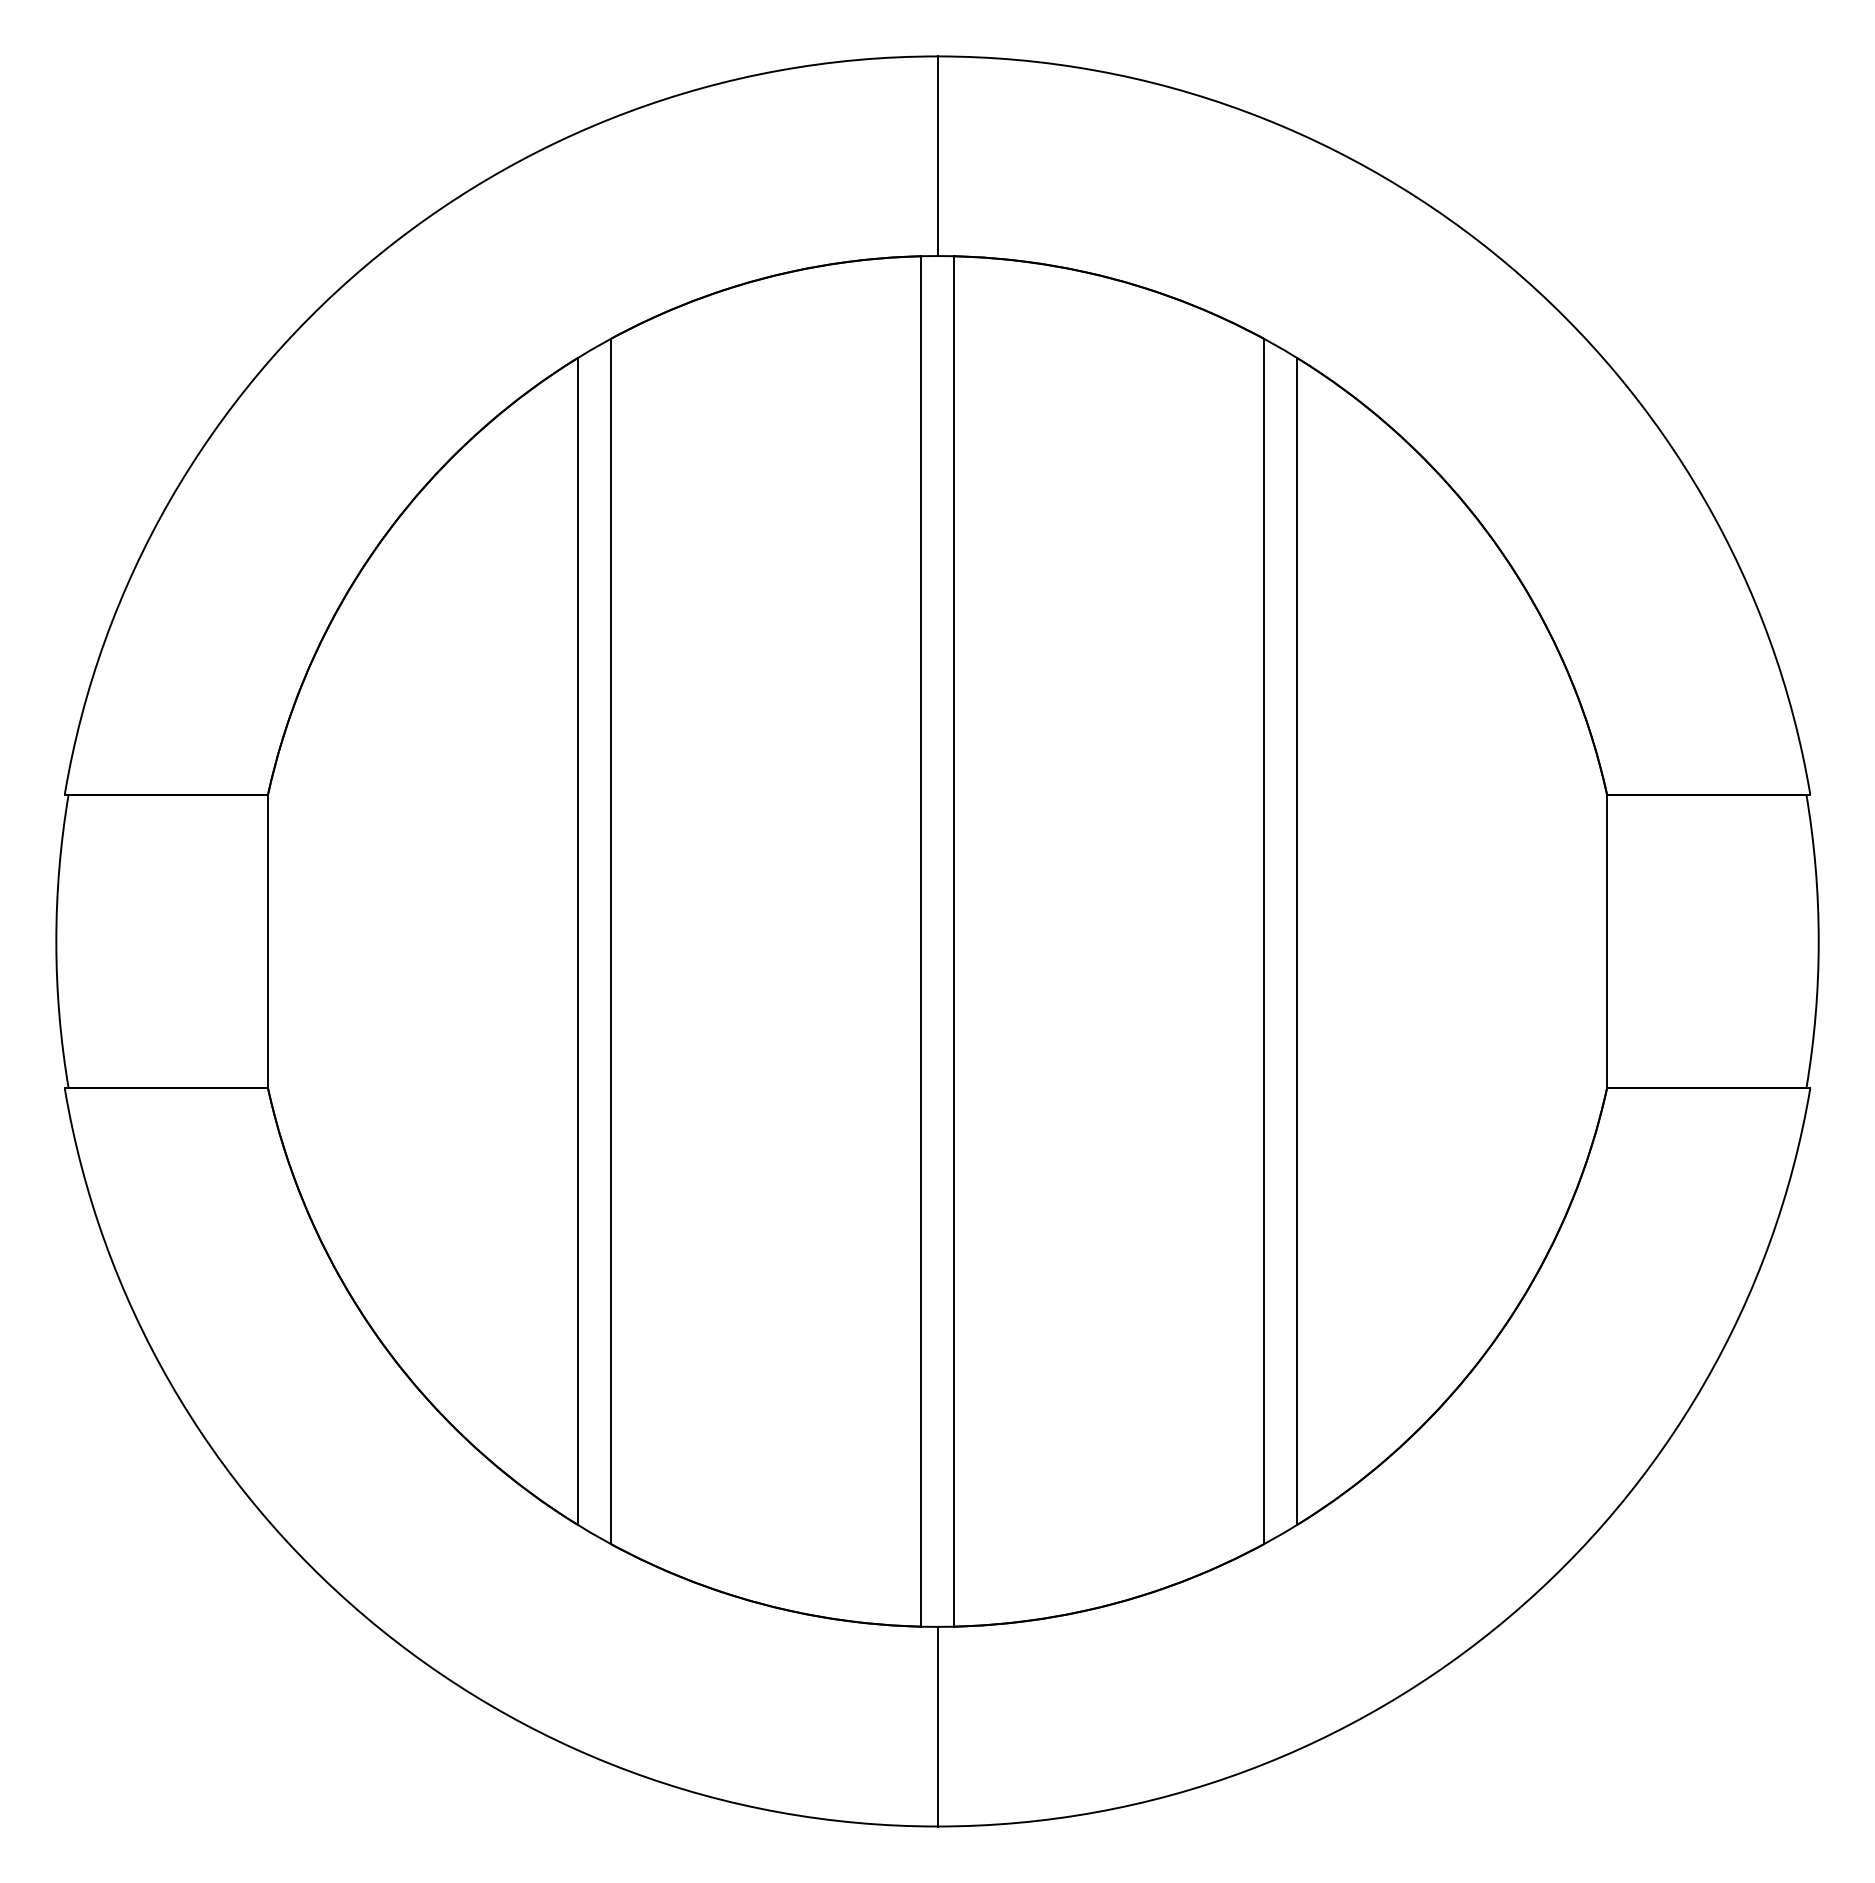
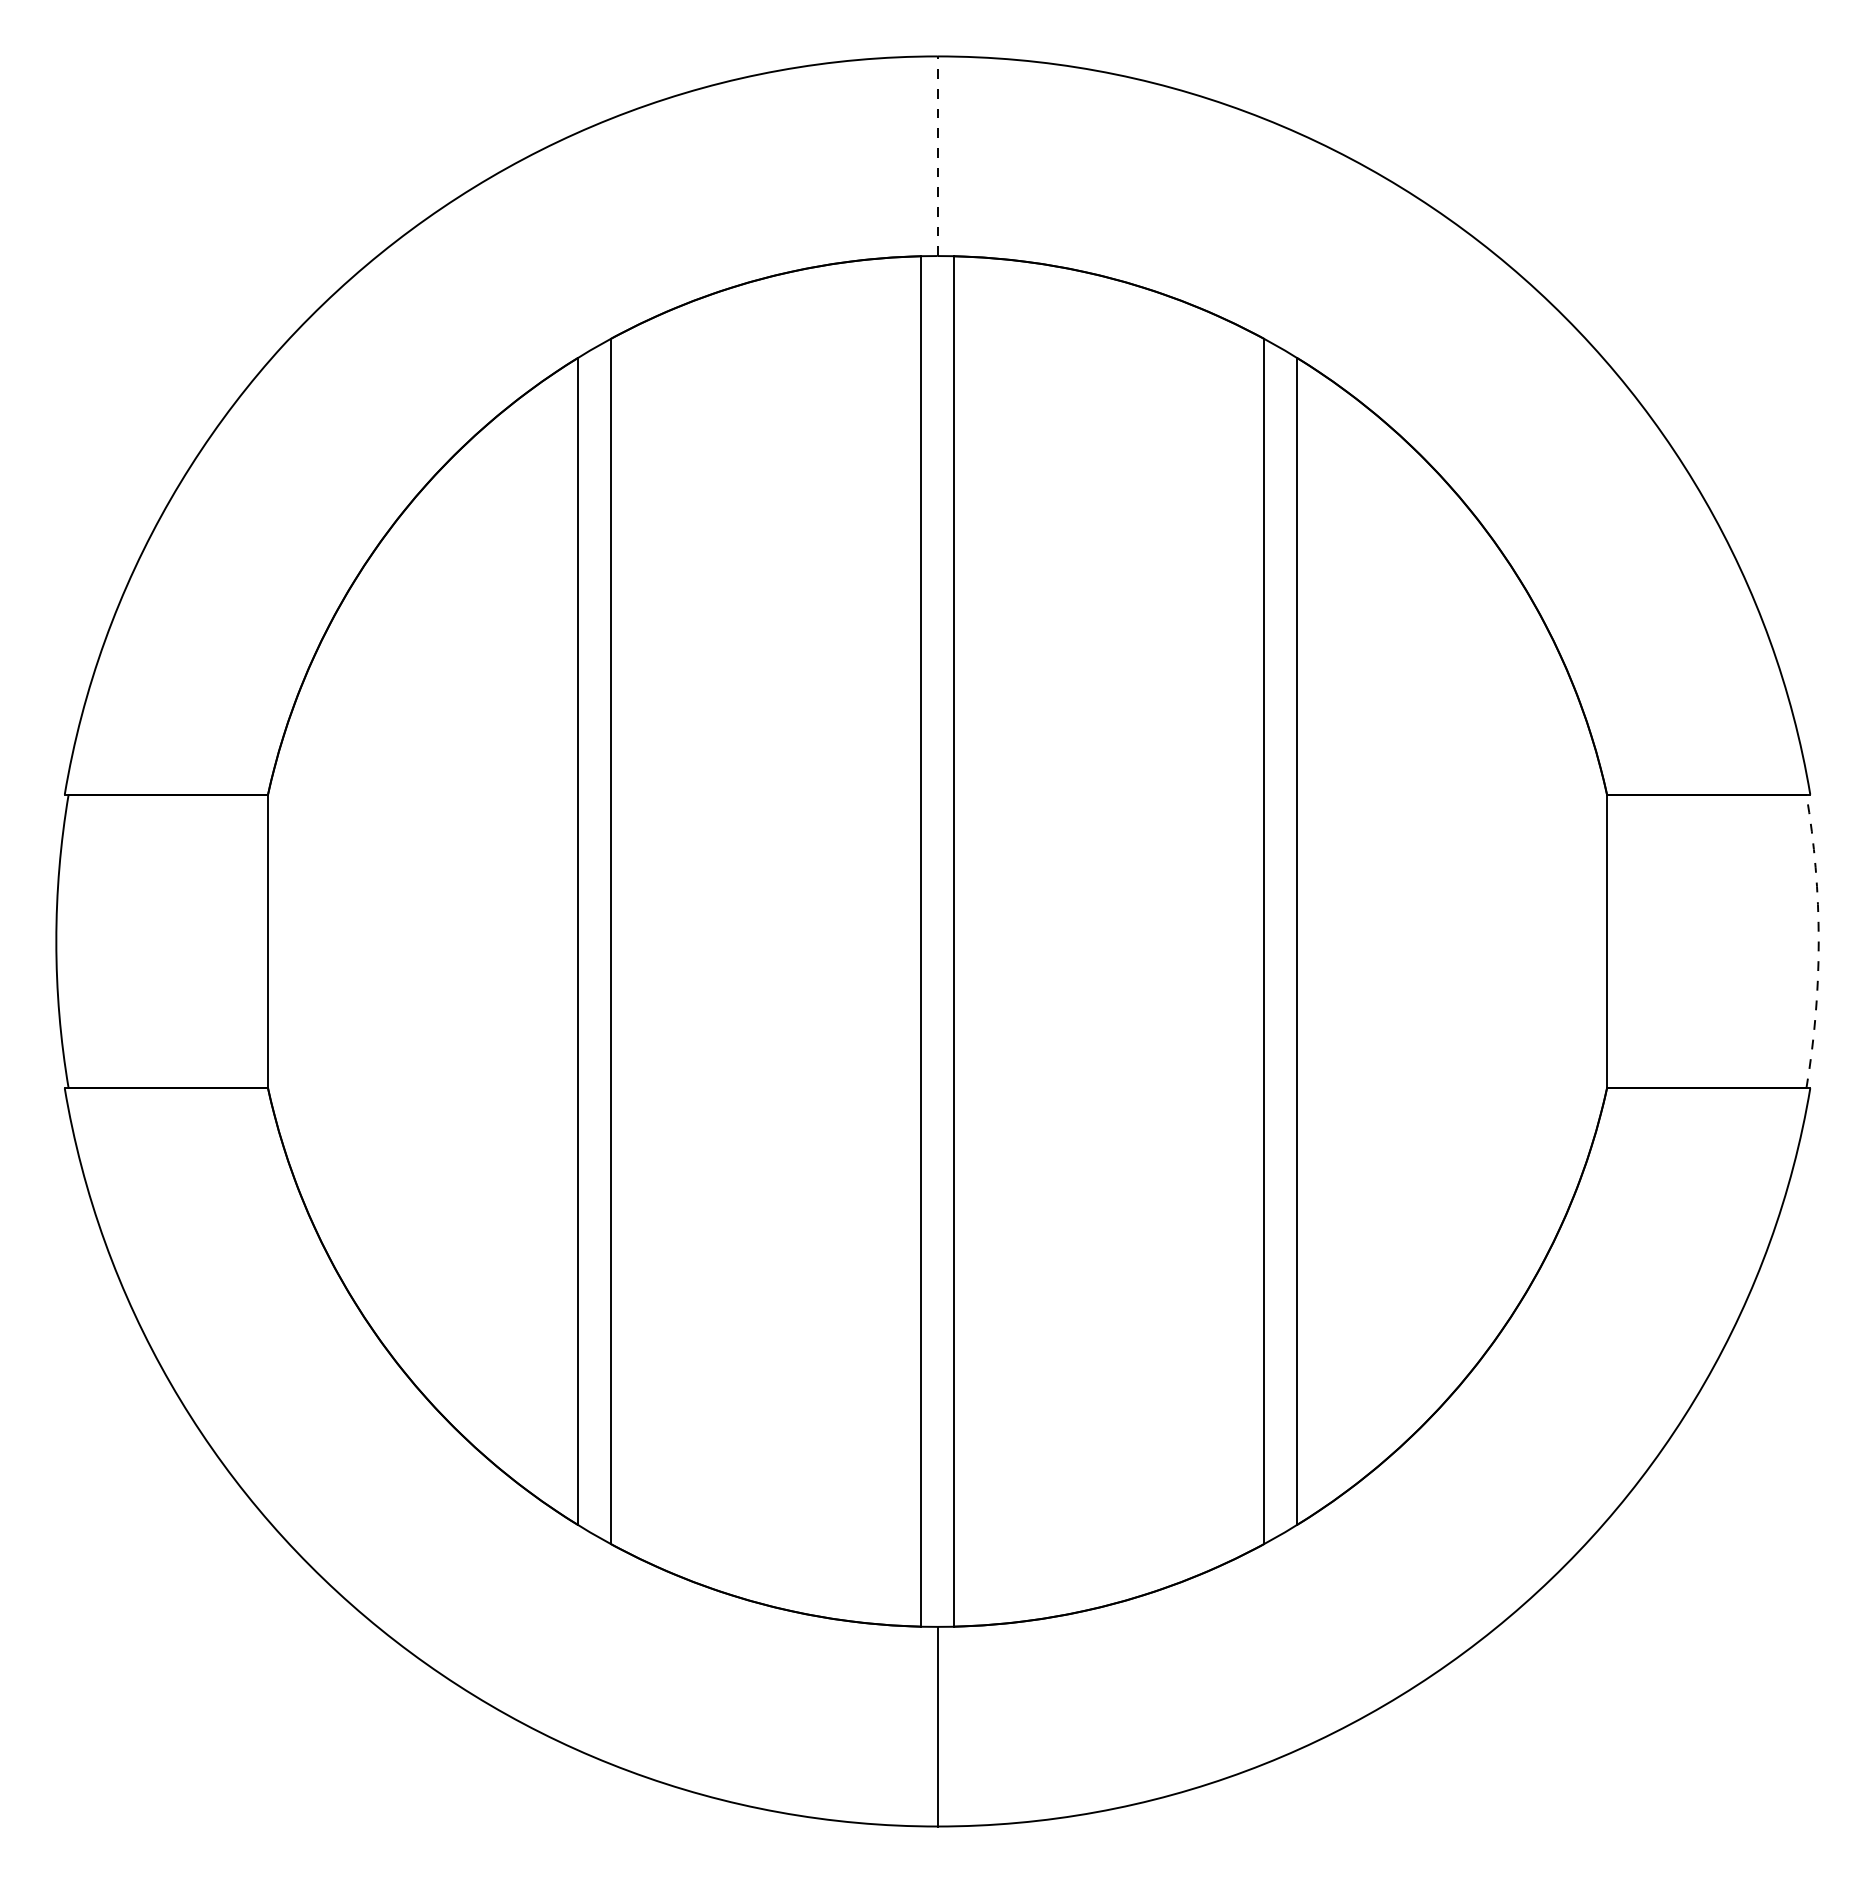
line at (937, 156): solid -> dashed
arc at (1818, 941): solid -> dashed
